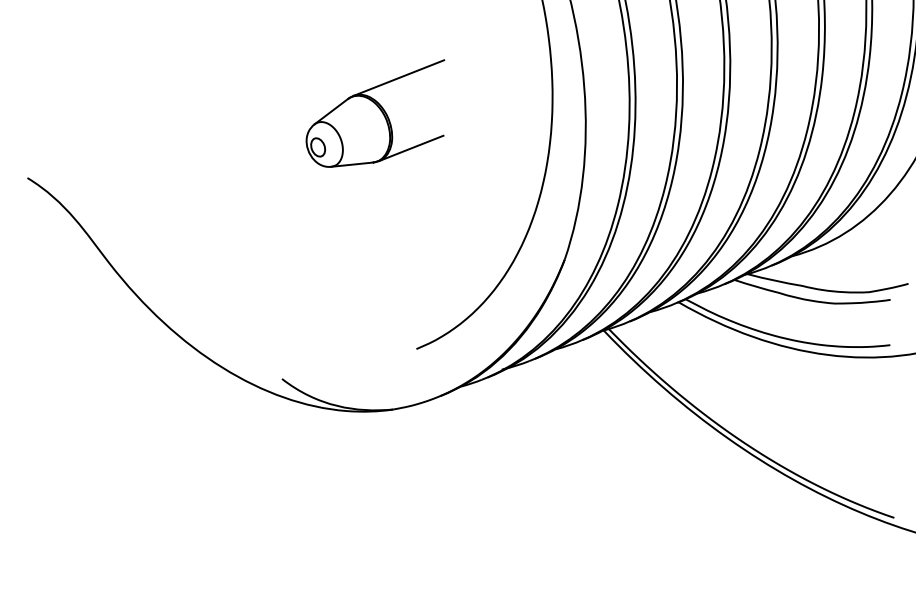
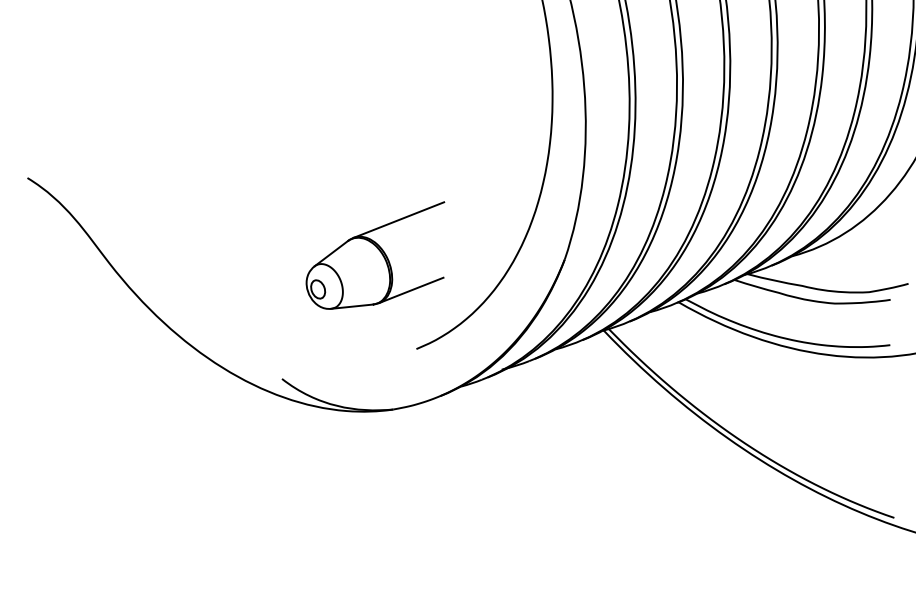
part at (375, 113) position: (375, 113) -> (375, 255)
